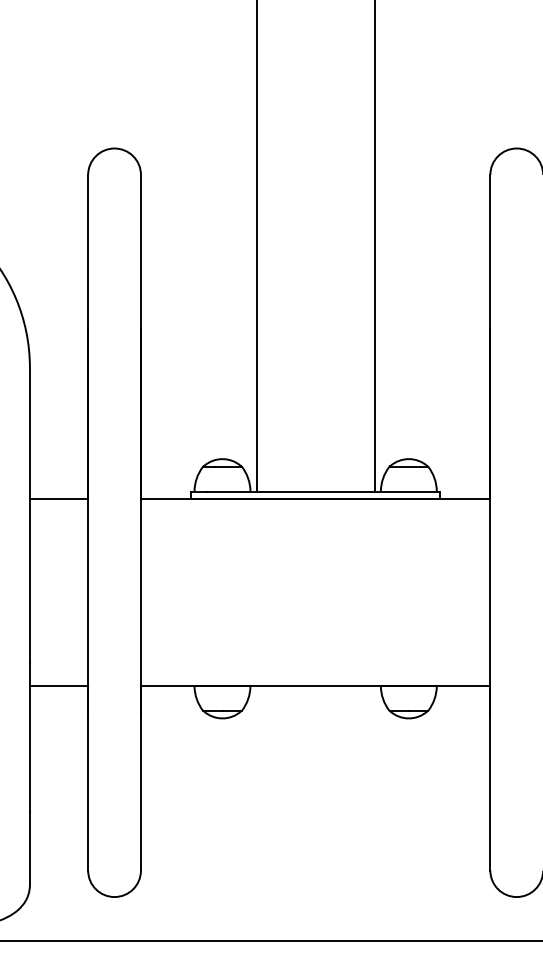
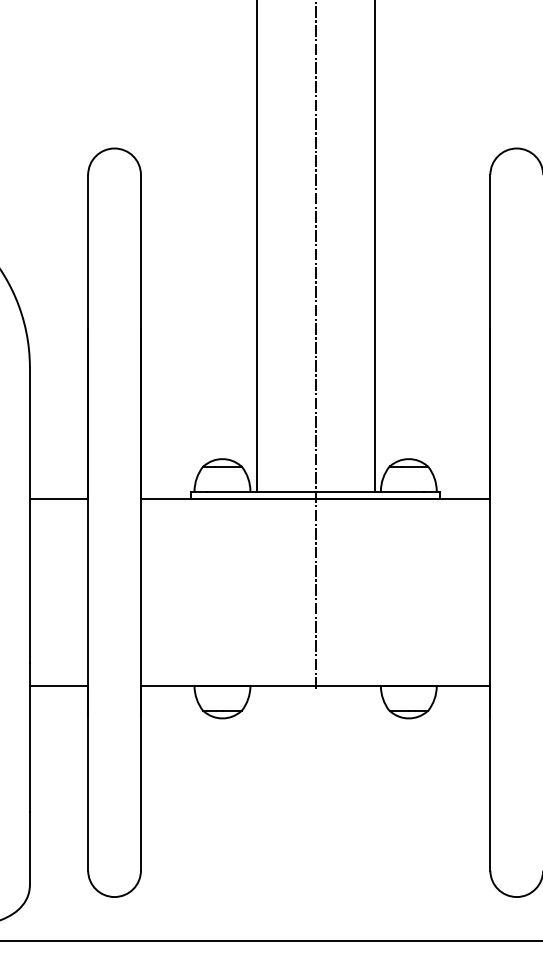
line at (315, 345): none -> present
